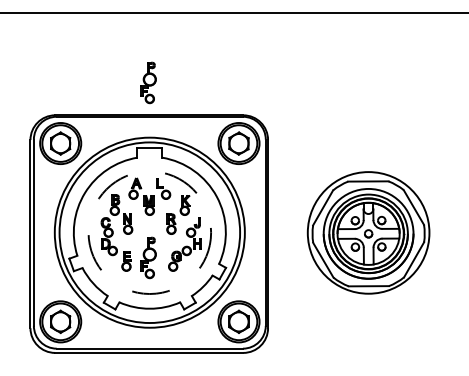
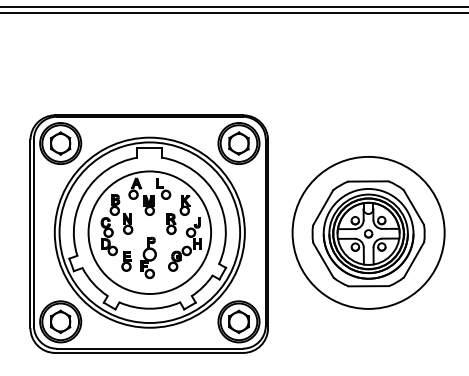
line at (233, 6): none -> present
part at (148, 82): present -> none
circle at (149, 232): dashed -> solid
circle at (368, 232) diameter: 122 px -> 152 px
